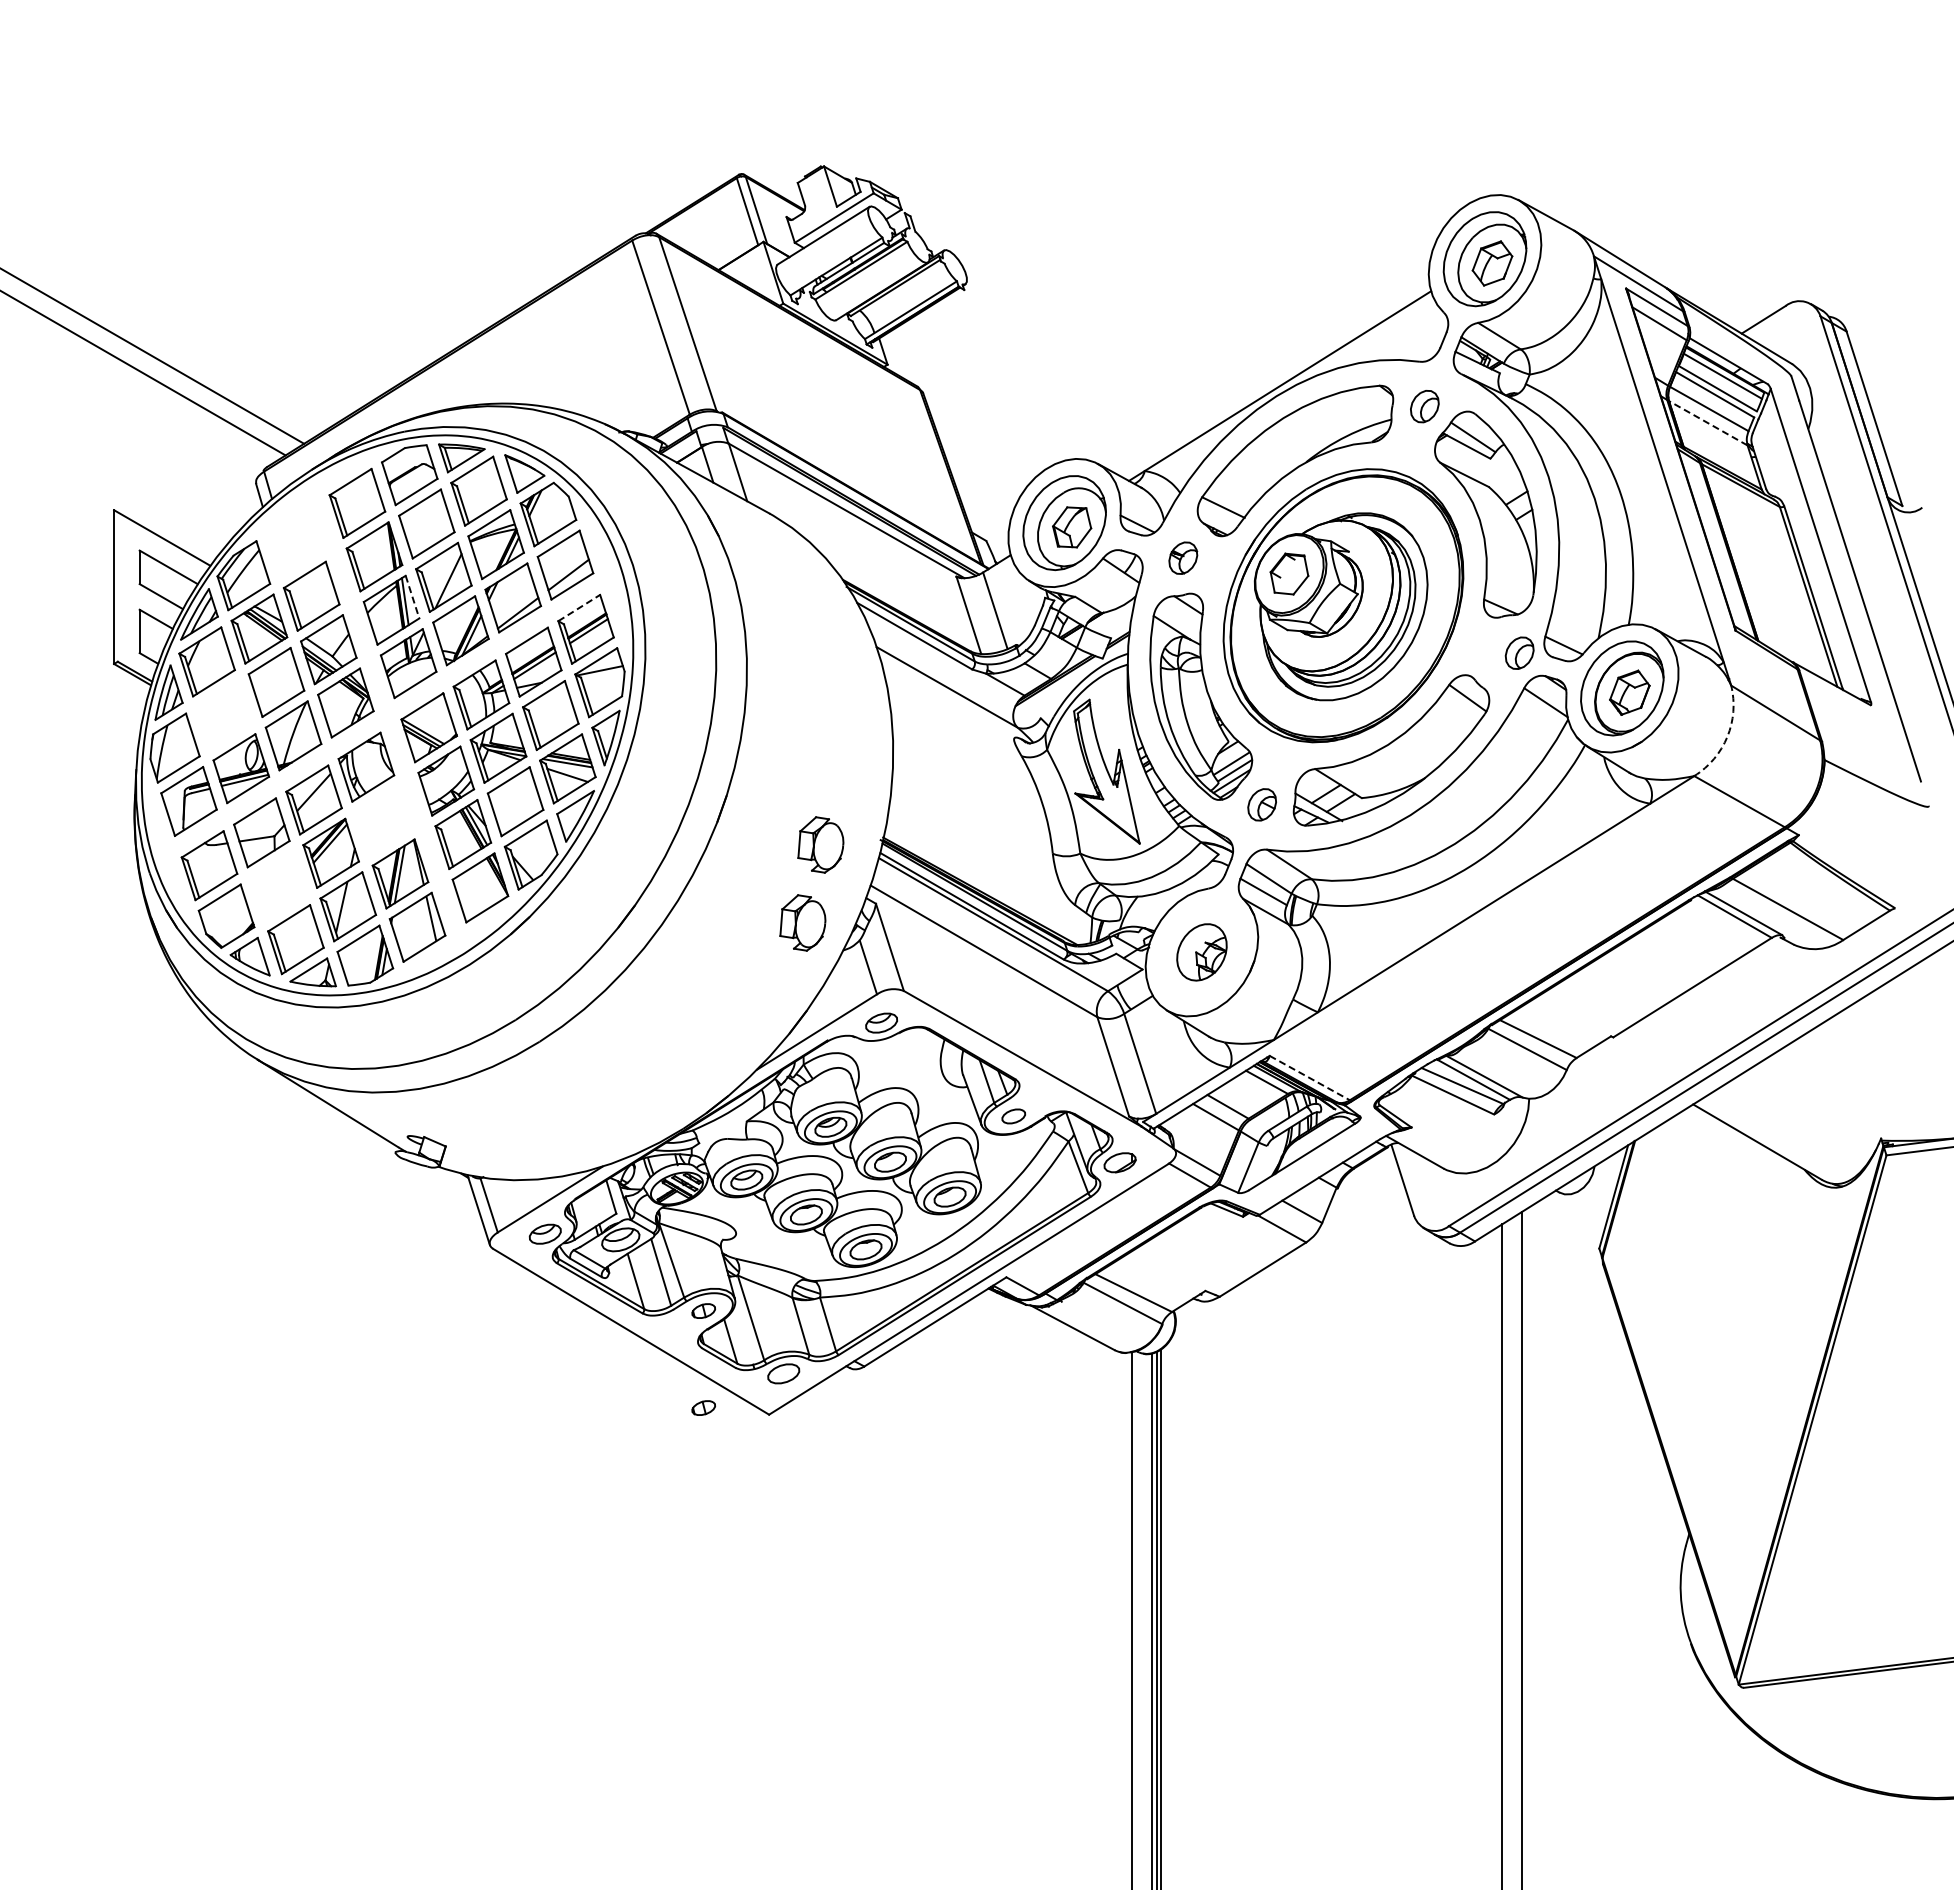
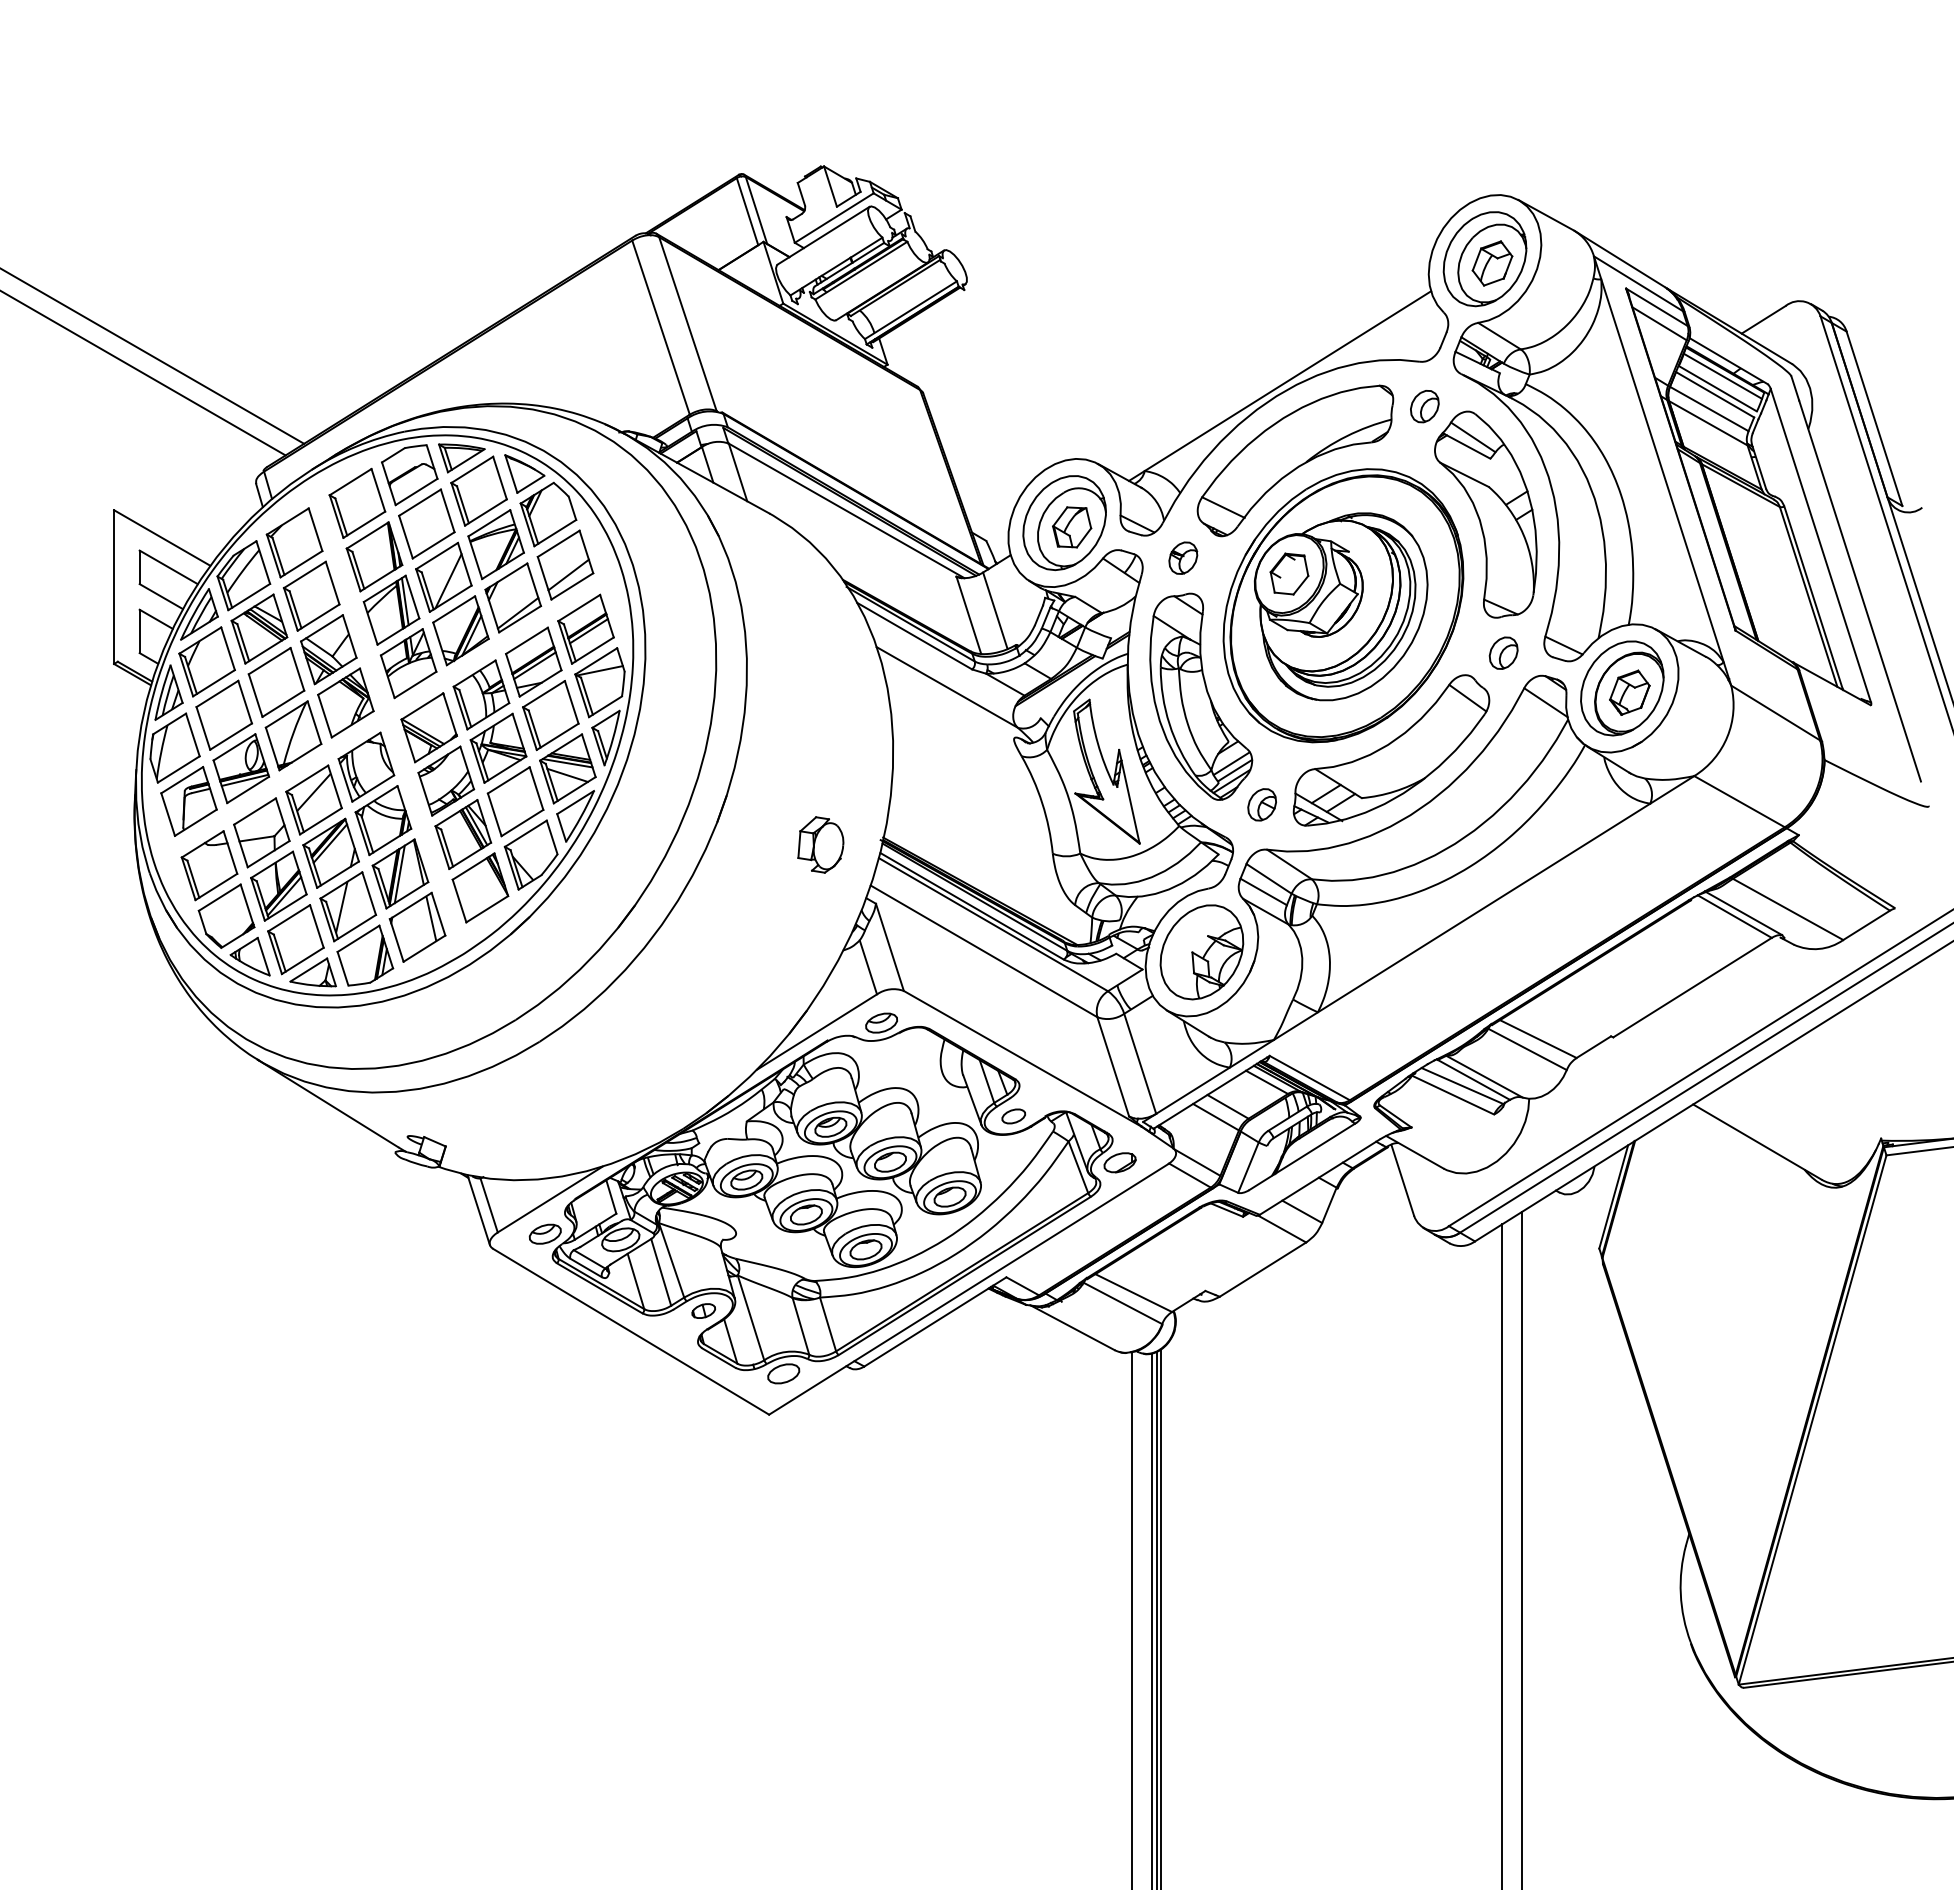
line at (1707, 423): dashed -> solid
part at (294, 542): none -> present
line at (412, 597): dashed -> solid
line at (579, 608): dashed -> solid
part at (1519, 652) position: (1519, 652) -> (1503, 652)
part at (224, 714): none -> present
arc at (1727, 736): dashed -> solid
part at (383, 820): none -> present
part at (278, 885): none -> present
part at (802, 922): present -> none
part at (1201, 952) size: 52x59 px -> 86x97 px
line at (1309, 1078): dashed -> solid
part at (703, 1407): present -> none
